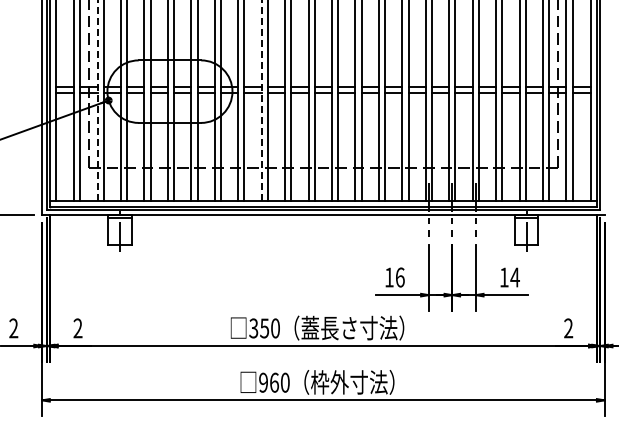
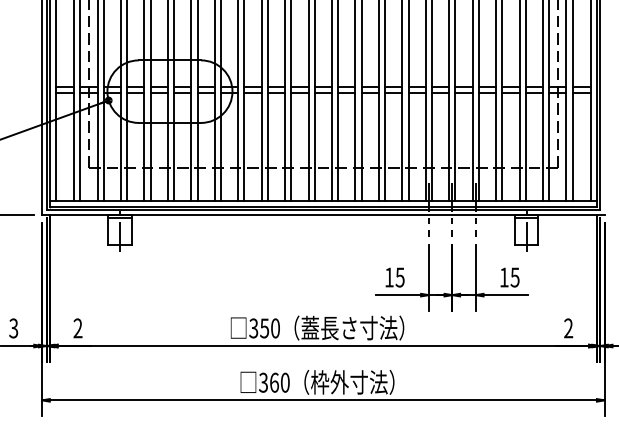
line at (97, 100): dashed -> solid
line at (261, 100): dashed -> solid
text at (399, 277): 16 -> 15
text at (514, 277): 14 -> 15
text at (13, 328): 2 -> 3
text at (263, 382): 960 -> 360
